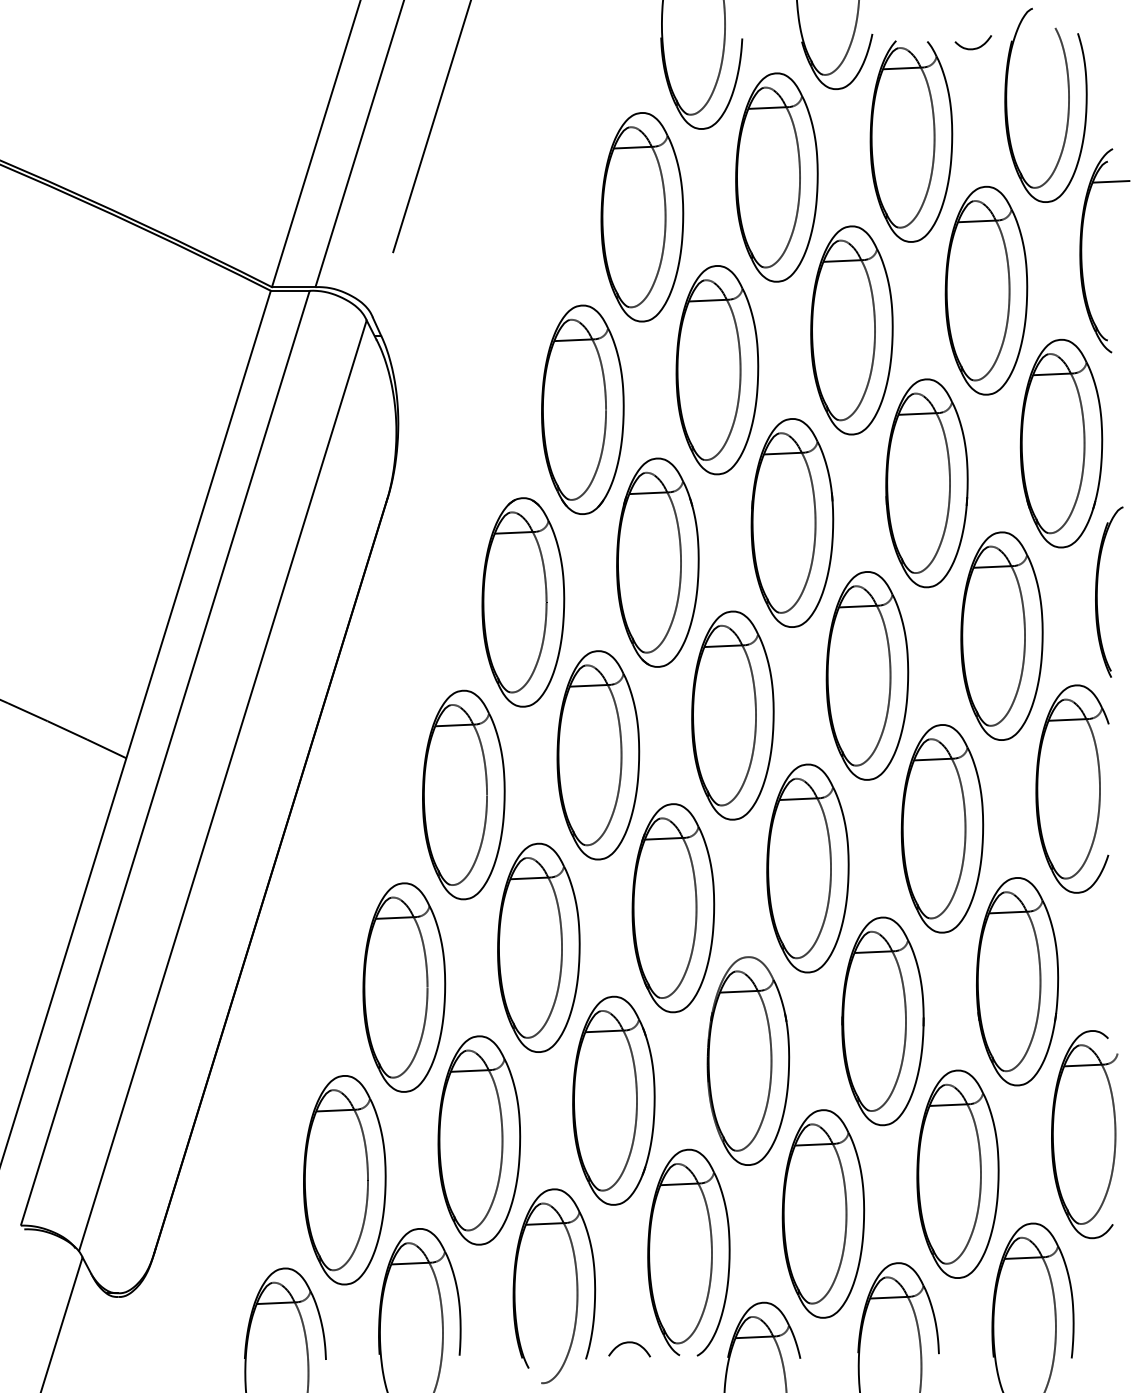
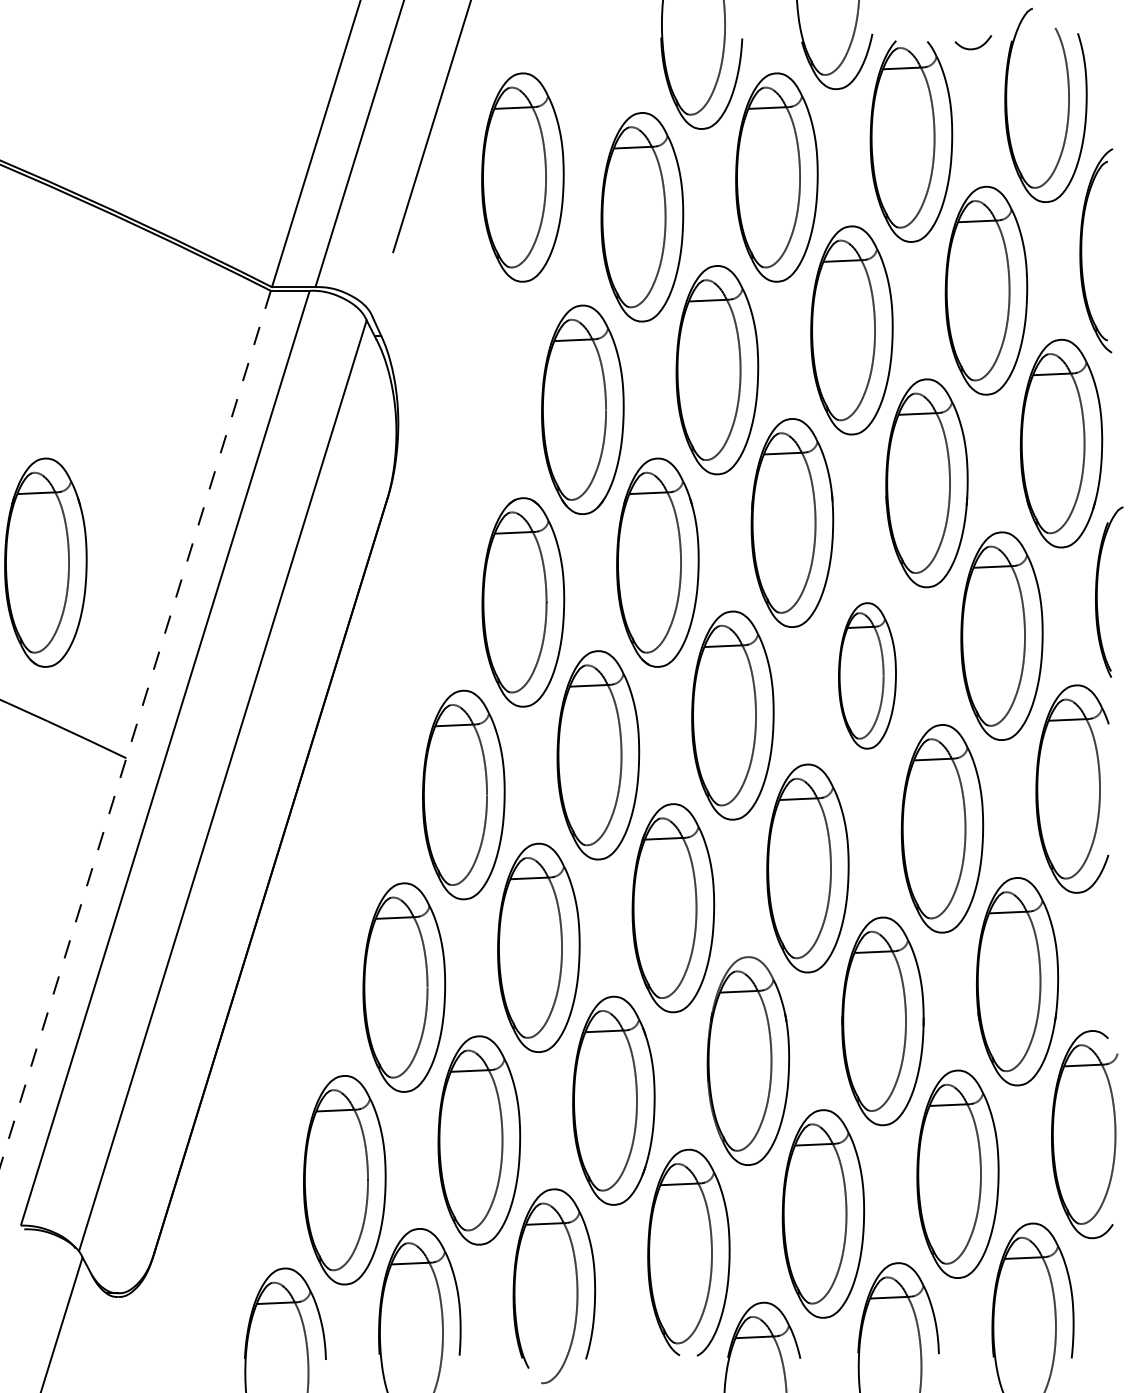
part at (522, 177): none -> present
line at (1111, 181): present -> none
part at (45, 562): none -> present
part at (867, 675) size: 85x210 px -> 59x148 px
line at (135, 729): solid -> dashed
curve at (629, 1343): present -> none
